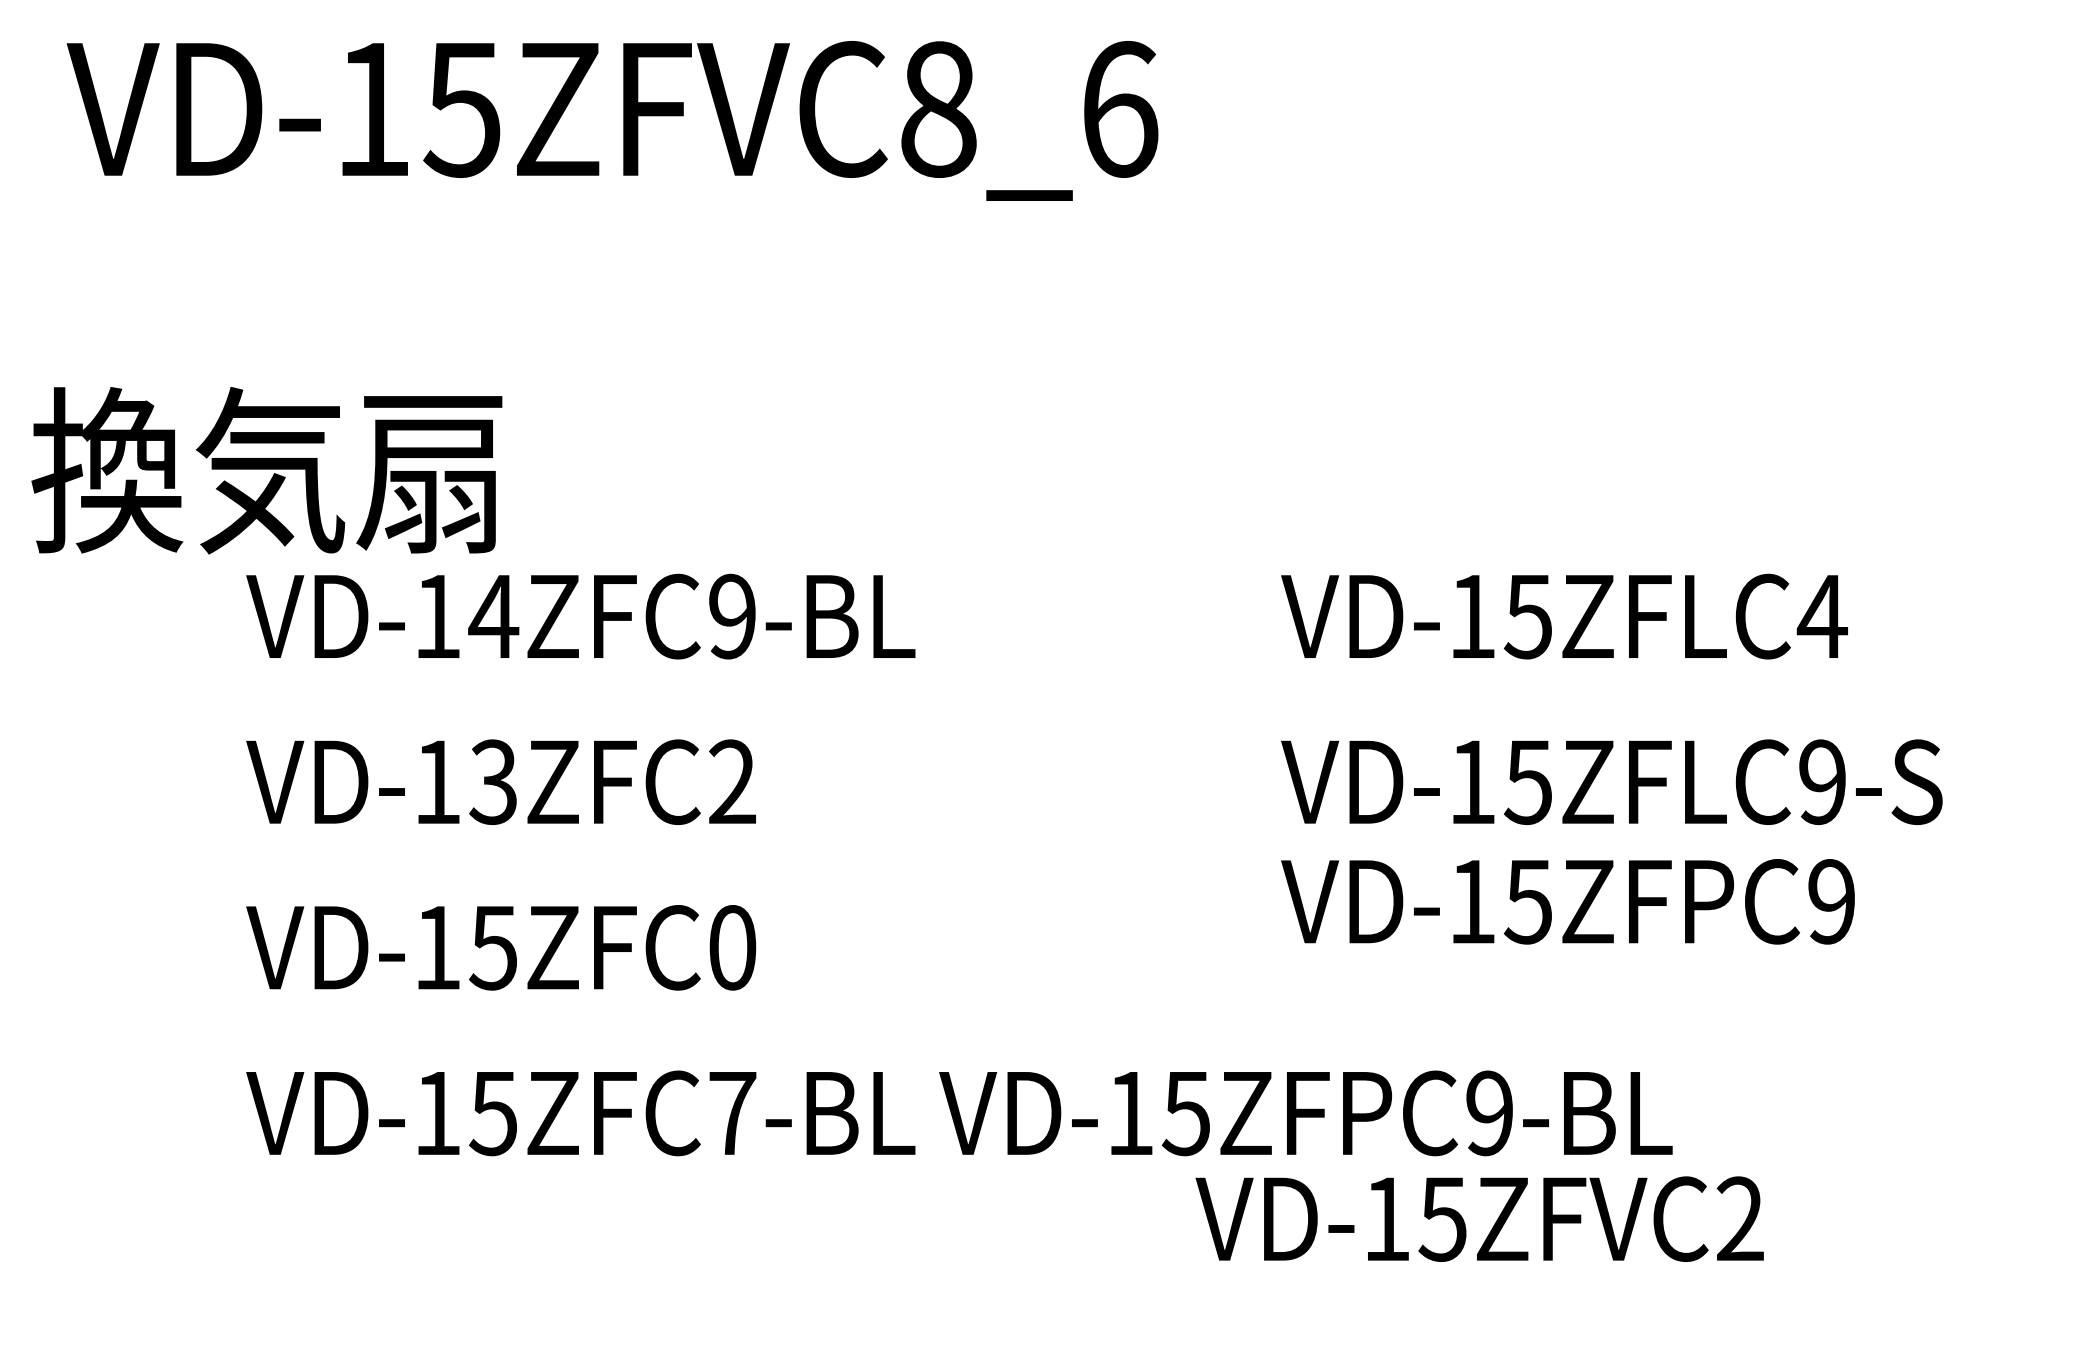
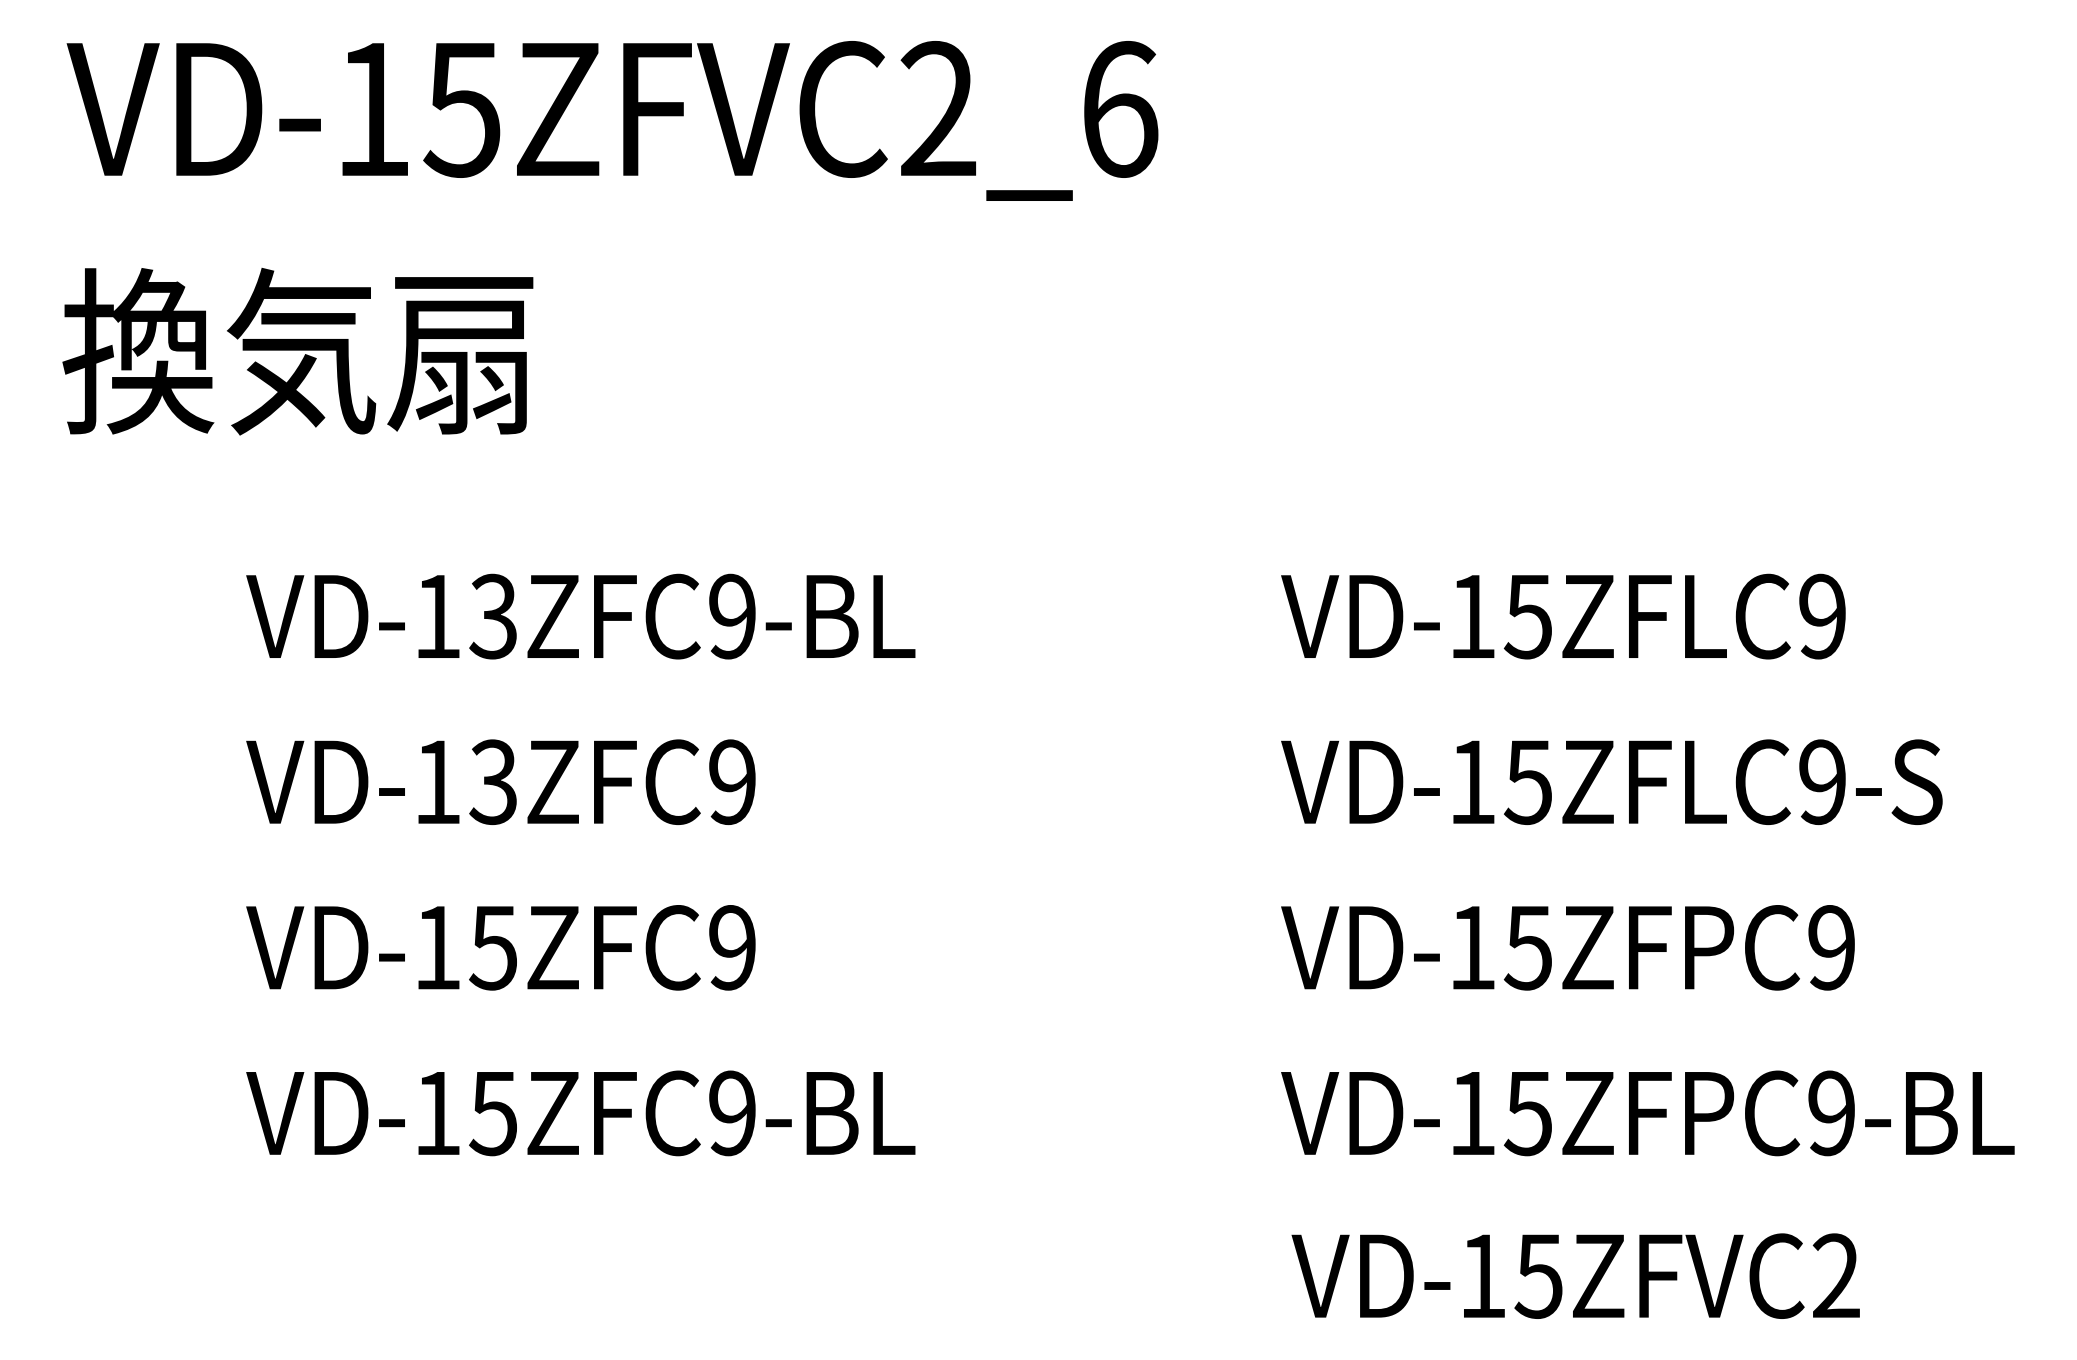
text at (938, 109): VD-15ZFVC8_6 -> VD-15ZFVC2_6
text at (266, 470) position: (266, 470) -> (297, 351)
text at (493, 616): VD-14ZFC9-BL -> VD-13ZFC9-BL
text at (1821, 616): VD-15ZFLC4 -> VD-15ZFLC9
text at (732, 782): VD-13ZFC2 -> VD-13ZFC9
text at (1567, 901) position: (1567, 901) -> (1567, 947)
text at (732, 947): VD-15ZFC0 -> VD-15ZFC9
text at (732, 1113): VD-15ZFC7-BL -> VD-15ZFC9-BL
text at (1305, 1113) position: (1305, 1113) -> (1647, 1113)
text at (1479, 1218) position: (1479, 1218) -> (1575, 1275)
